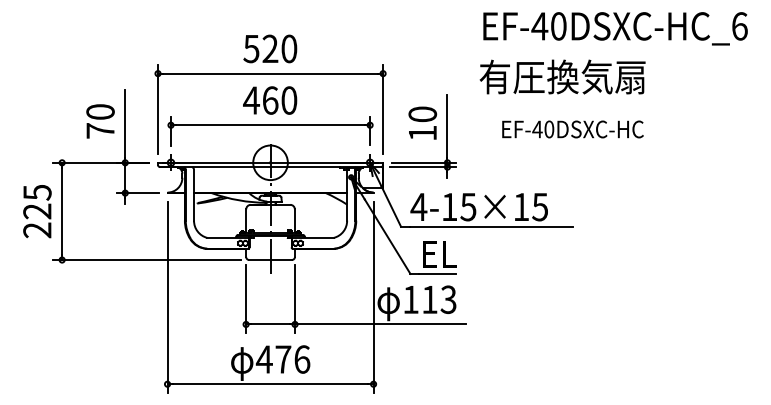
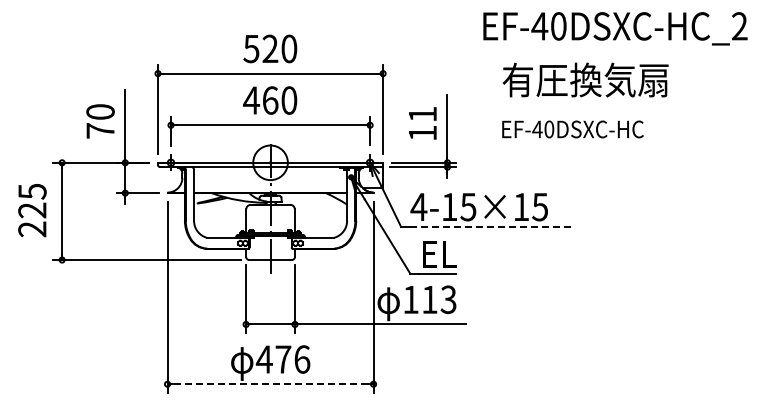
text at (739, 26): EF-40DSXC-HC_6 -> EF-40DSXC-HC_2
text at (562, 76) position: (562, 76) -> (585, 79)
text at (422, 114): 10 -> 11
text at (37, 211) position: (37, 211) -> (32, 210)
line at (491, 226): solid -> dashed
line at (270, 384): solid -> dashed
